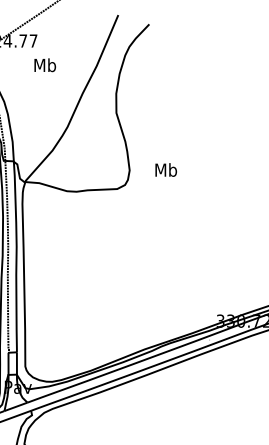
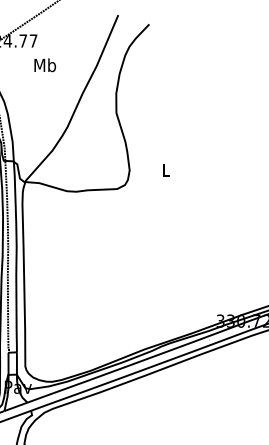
text at (166, 169): Mb -> L
